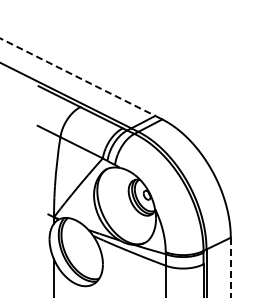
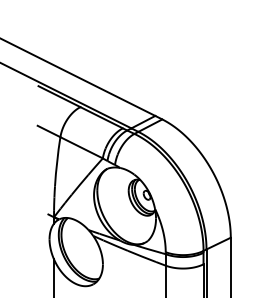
line at (78, 77): dashed -> solid
line at (230, 267): dashed -> solid
